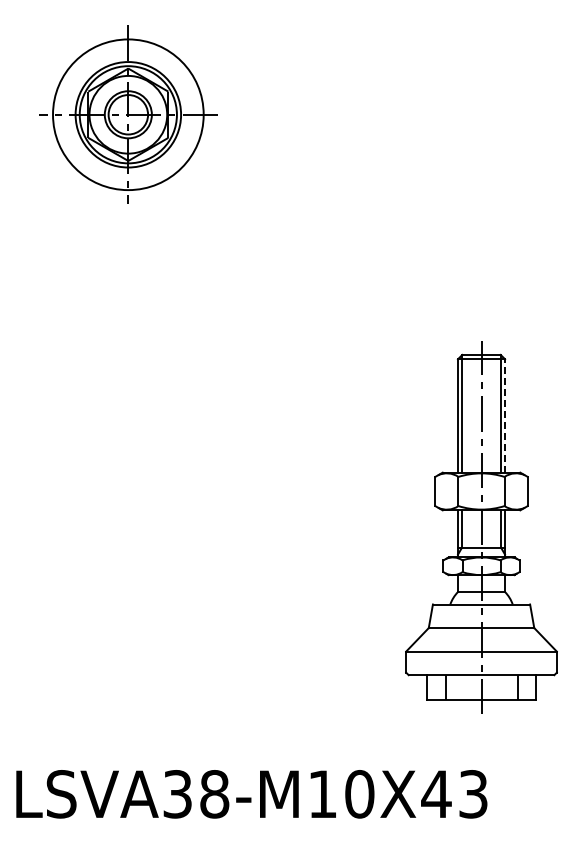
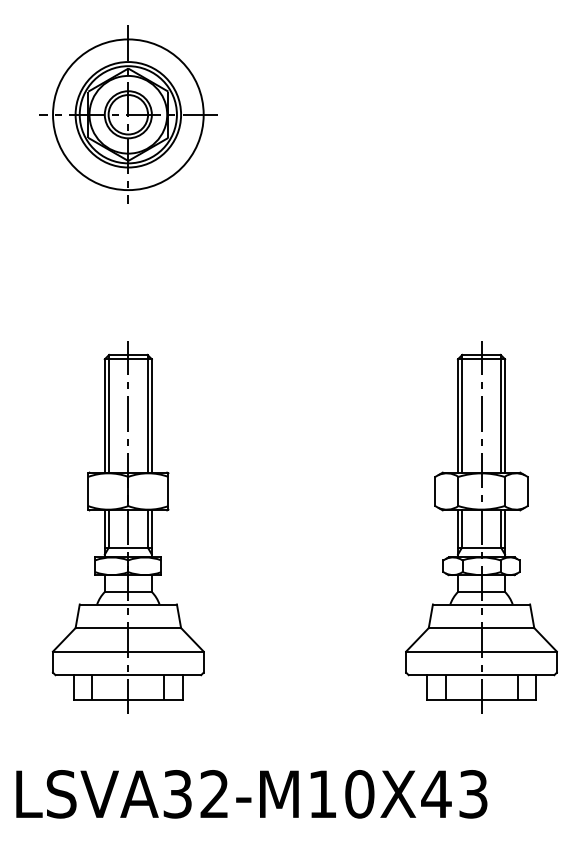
line at (505, 415): dashed -> solid
part at (128, 527): none -> present
text at (214, 794): LSVA38-M10X43 -> LSVA32-M10X43
